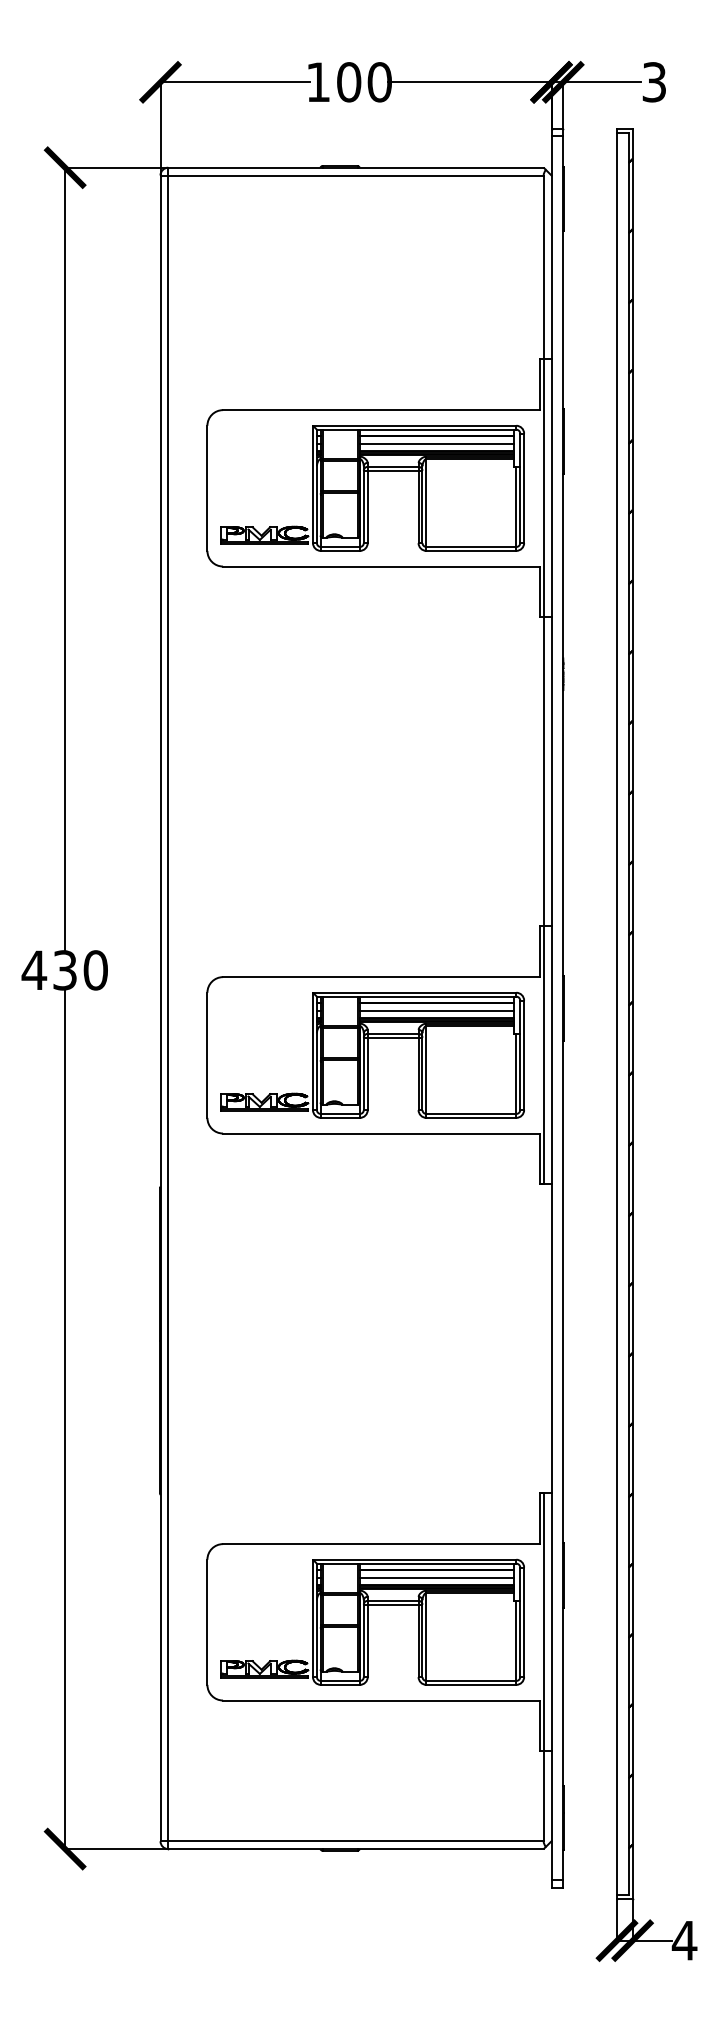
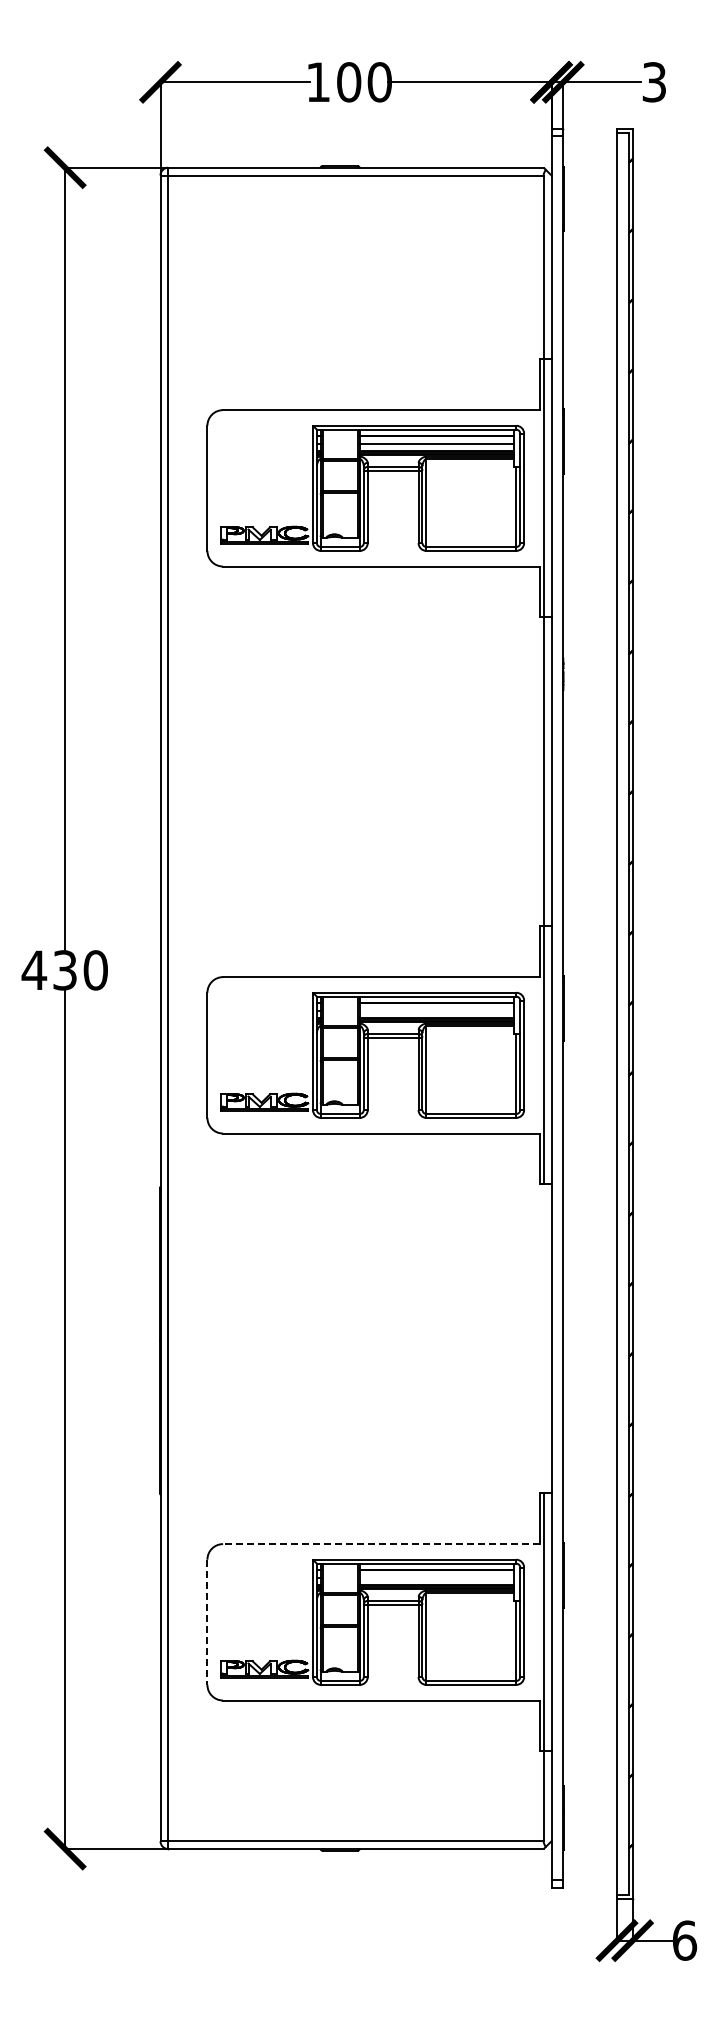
line at (436, 1010): present -> none
line at (380, 1544): solid -> dashed
line at (436, 1577): present -> none
line at (207, 1622): solid -> dashed
text at (684, 1940): 4 -> 6
